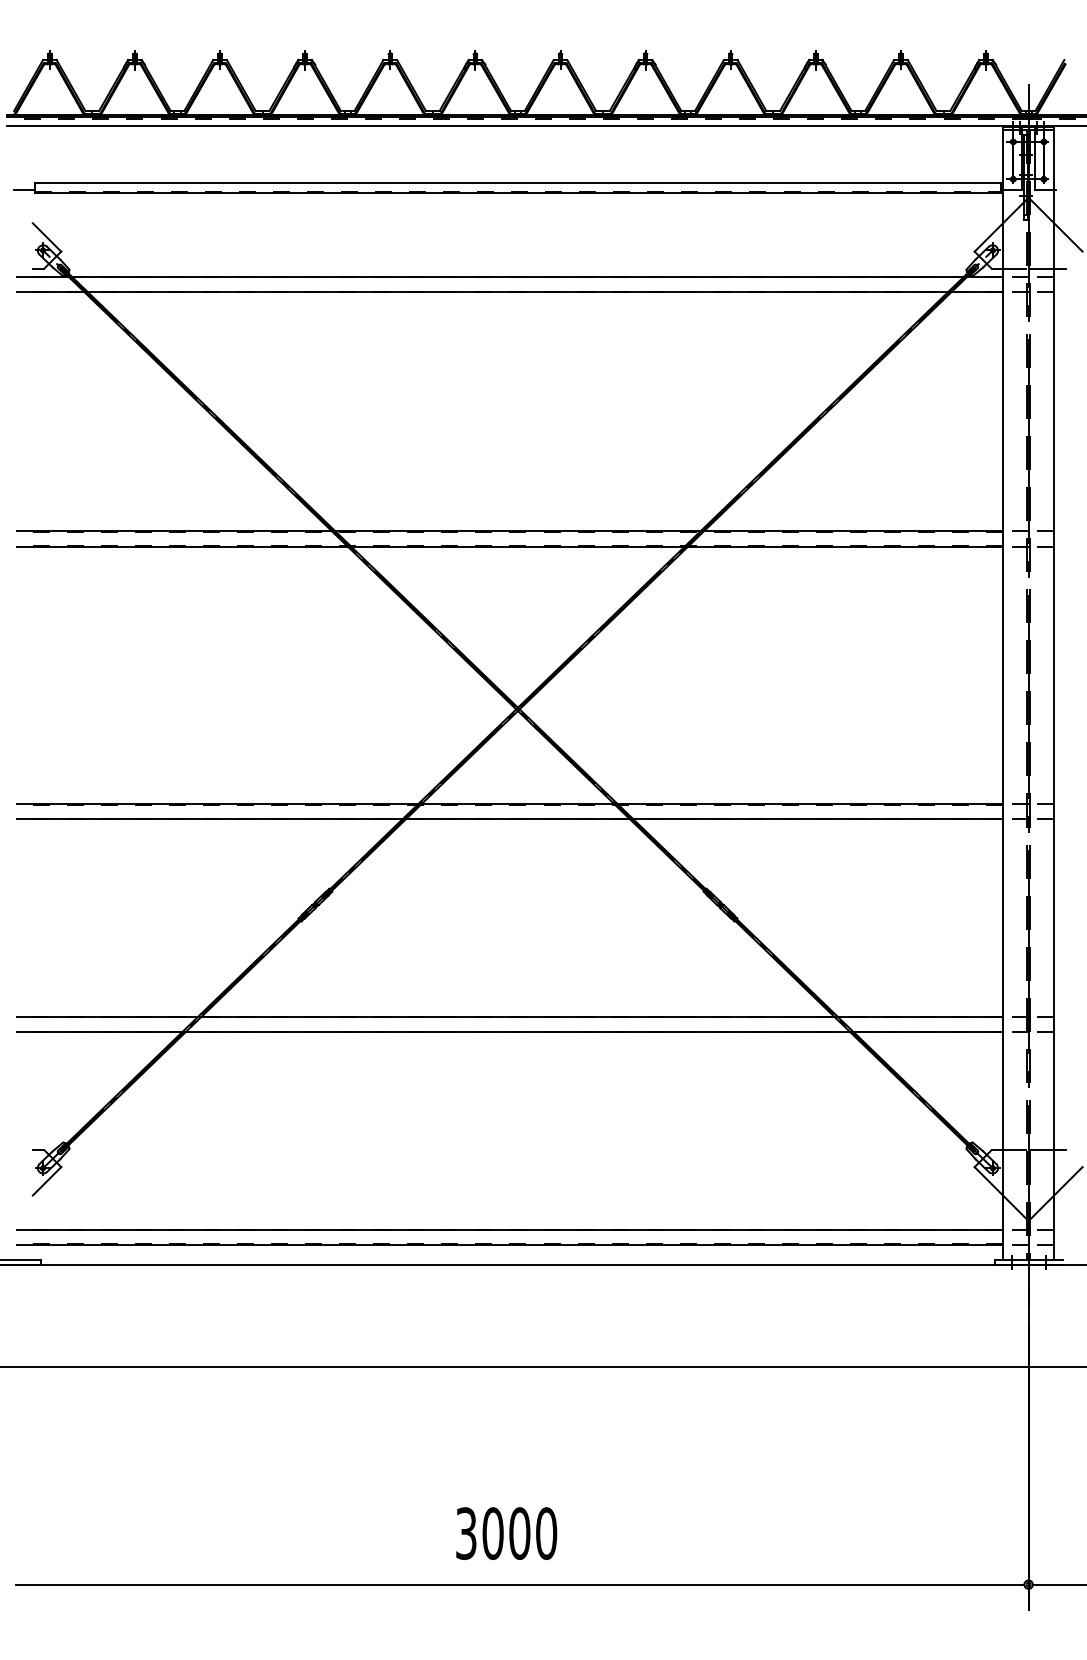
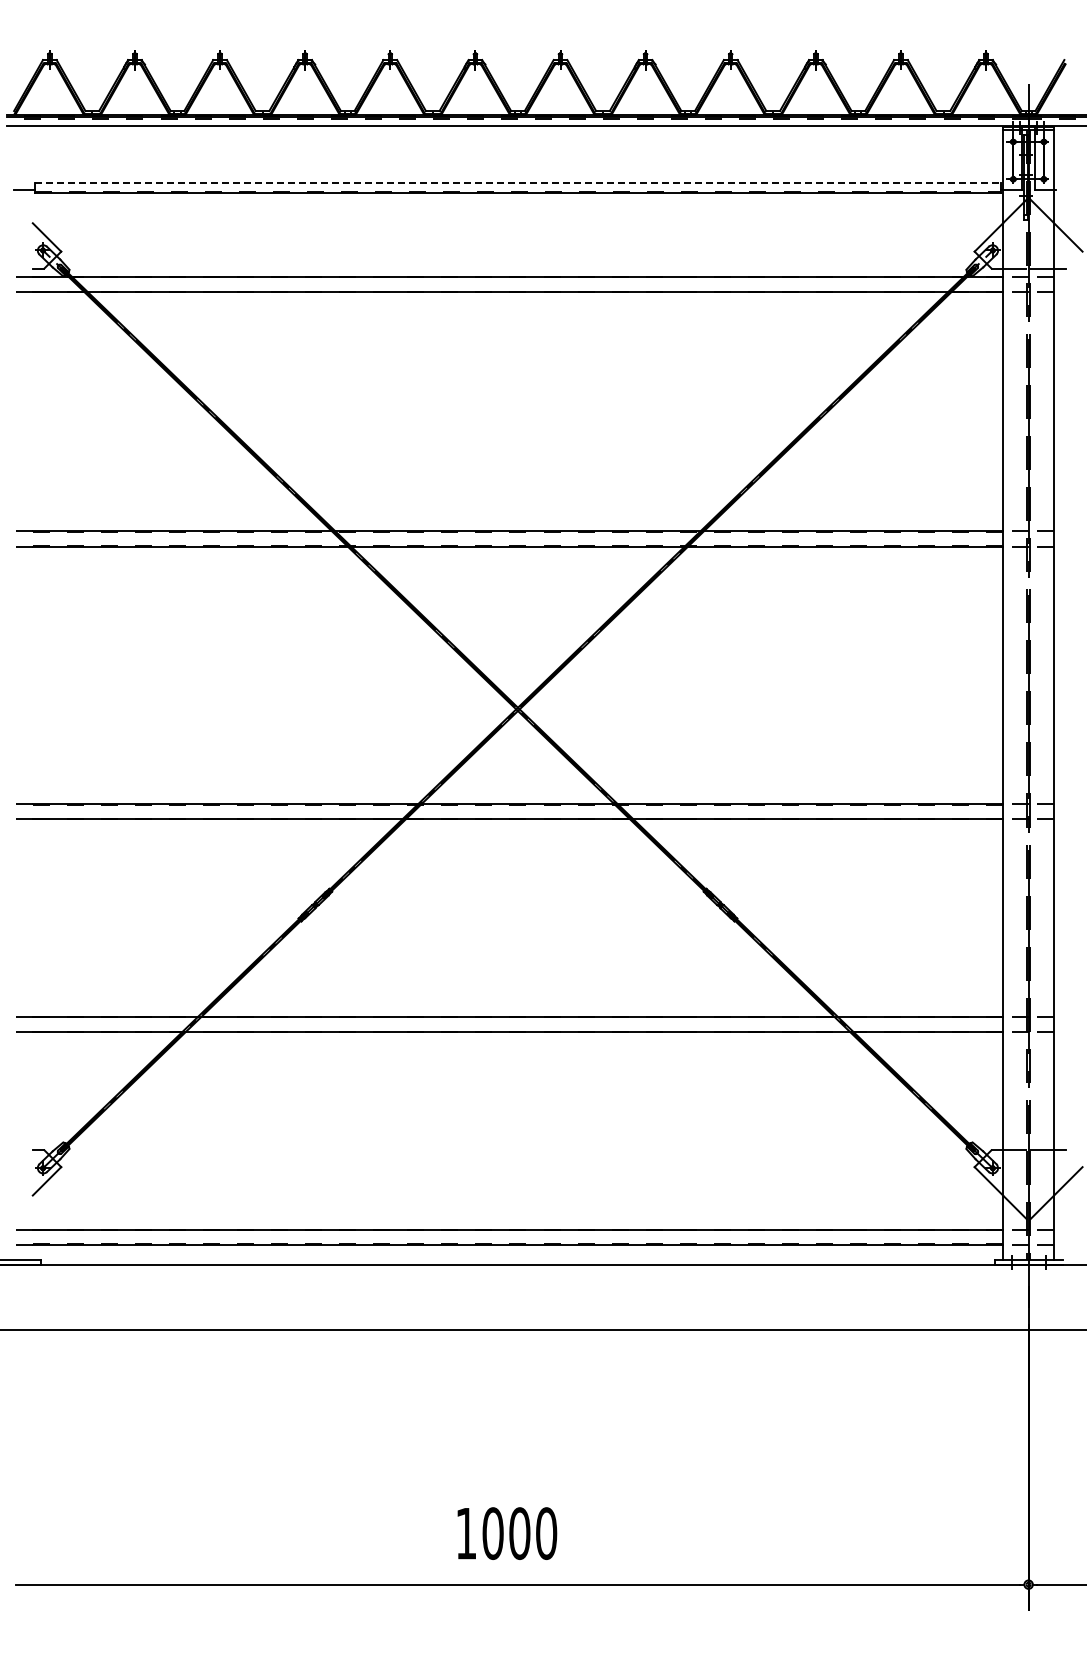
line at (518, 182): solid -> dashed
line at (542, 1367) position: (542, 1367) -> (542, 1330)
text at (466, 1533): 3000 -> 1000
